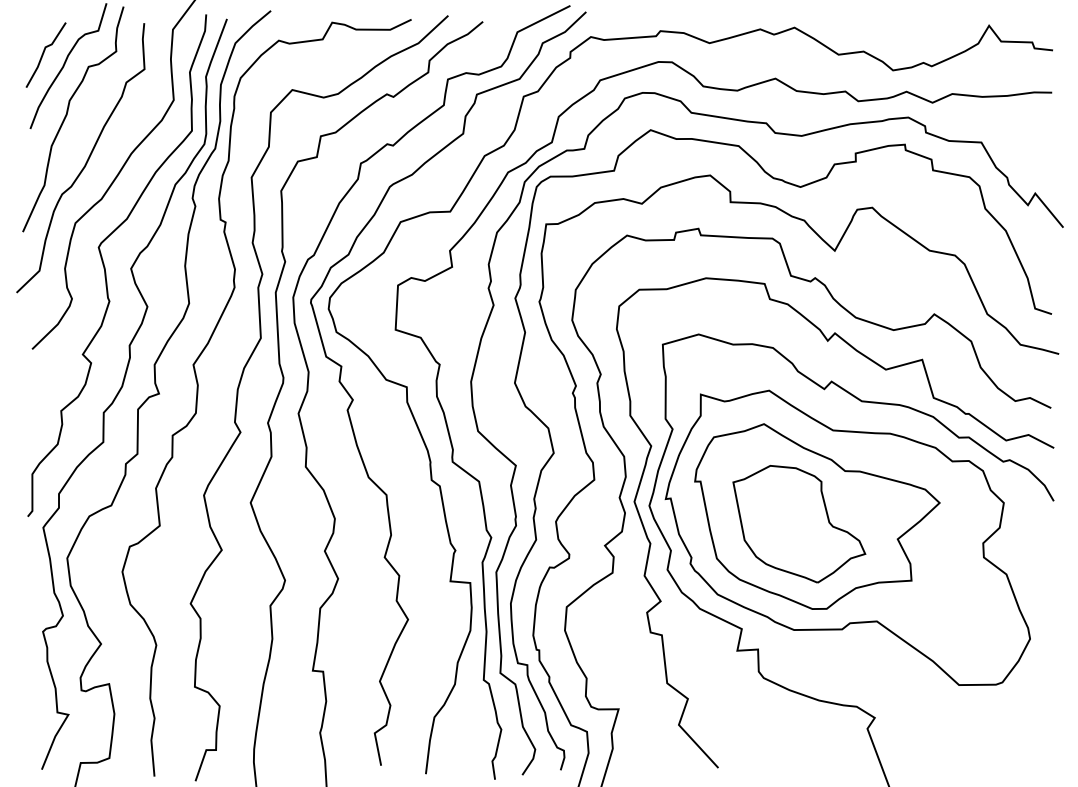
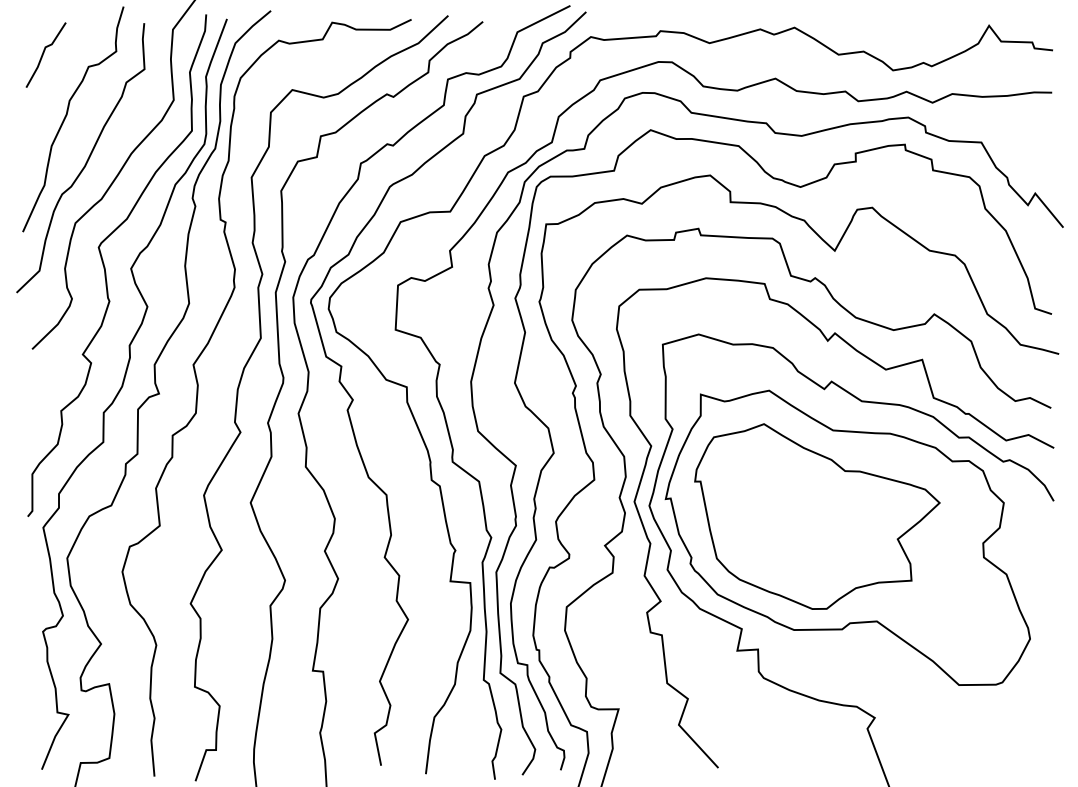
curve at (65, 64): present -> none
part at (799, 524): present -> none
